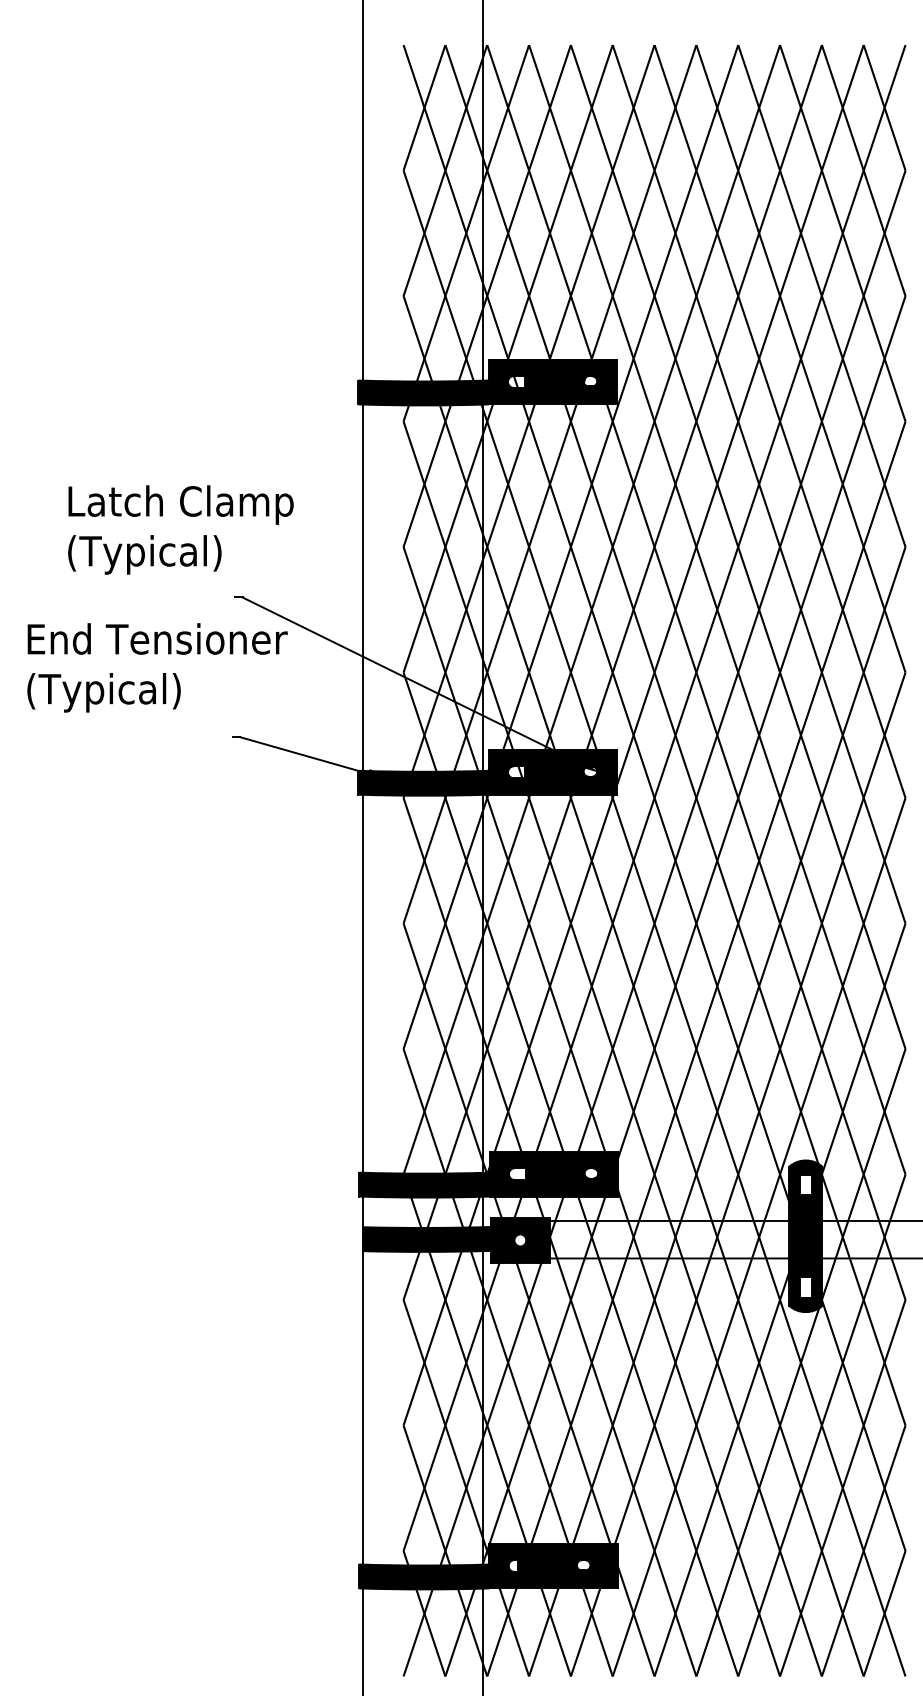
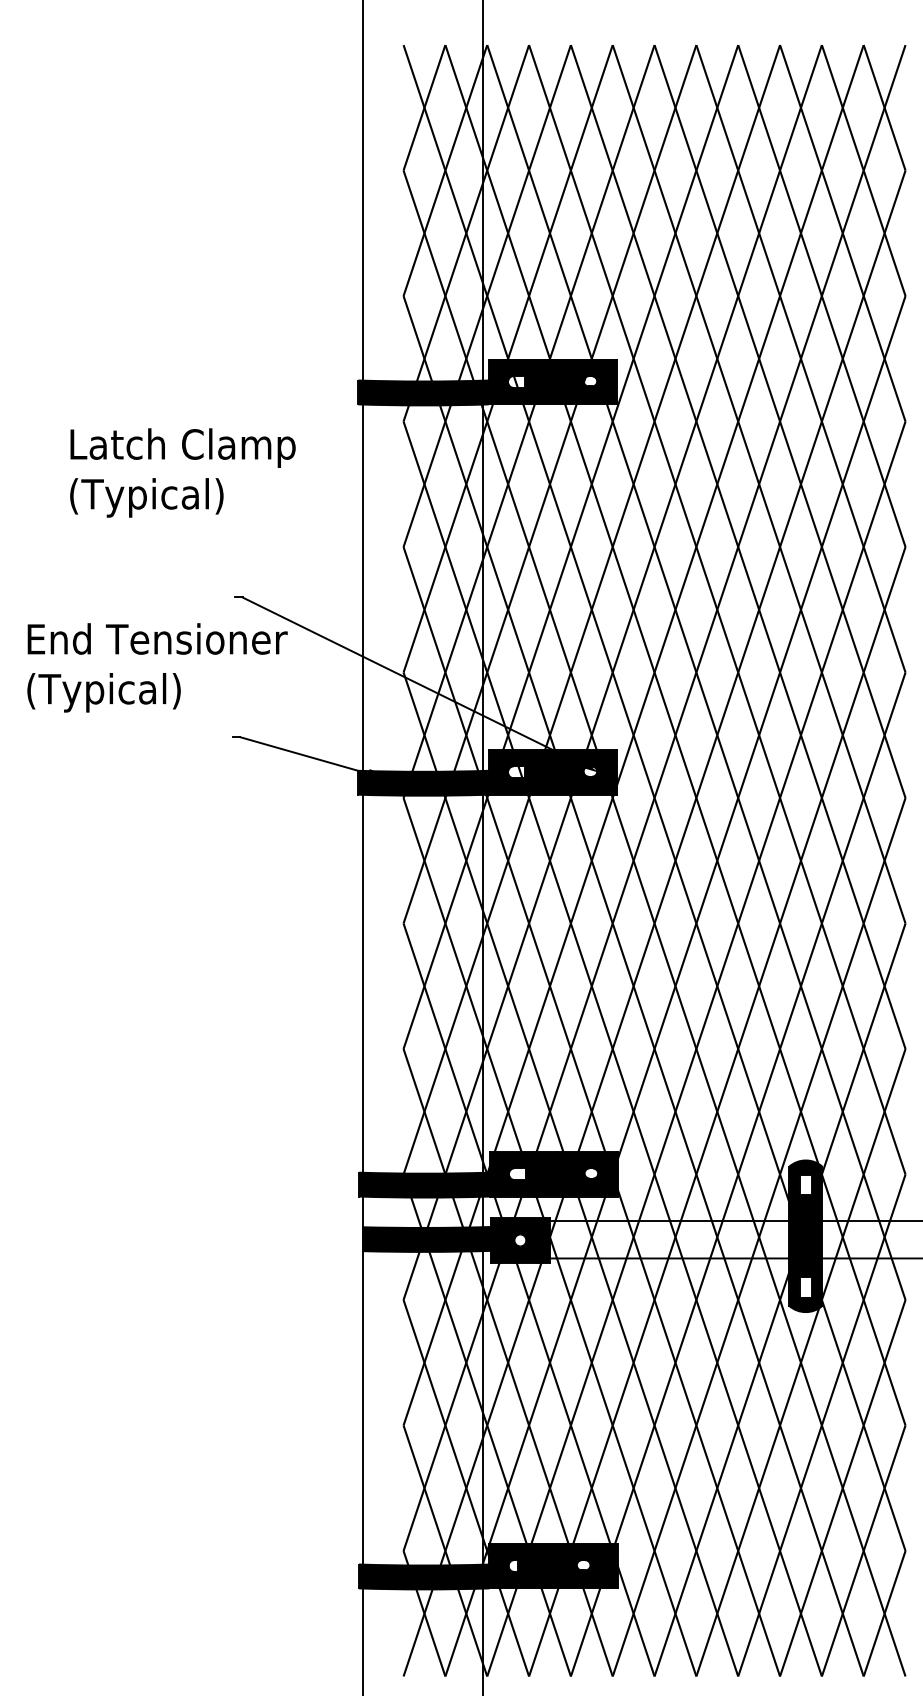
text at (180, 529) position: (180, 529) -> (182, 472)
